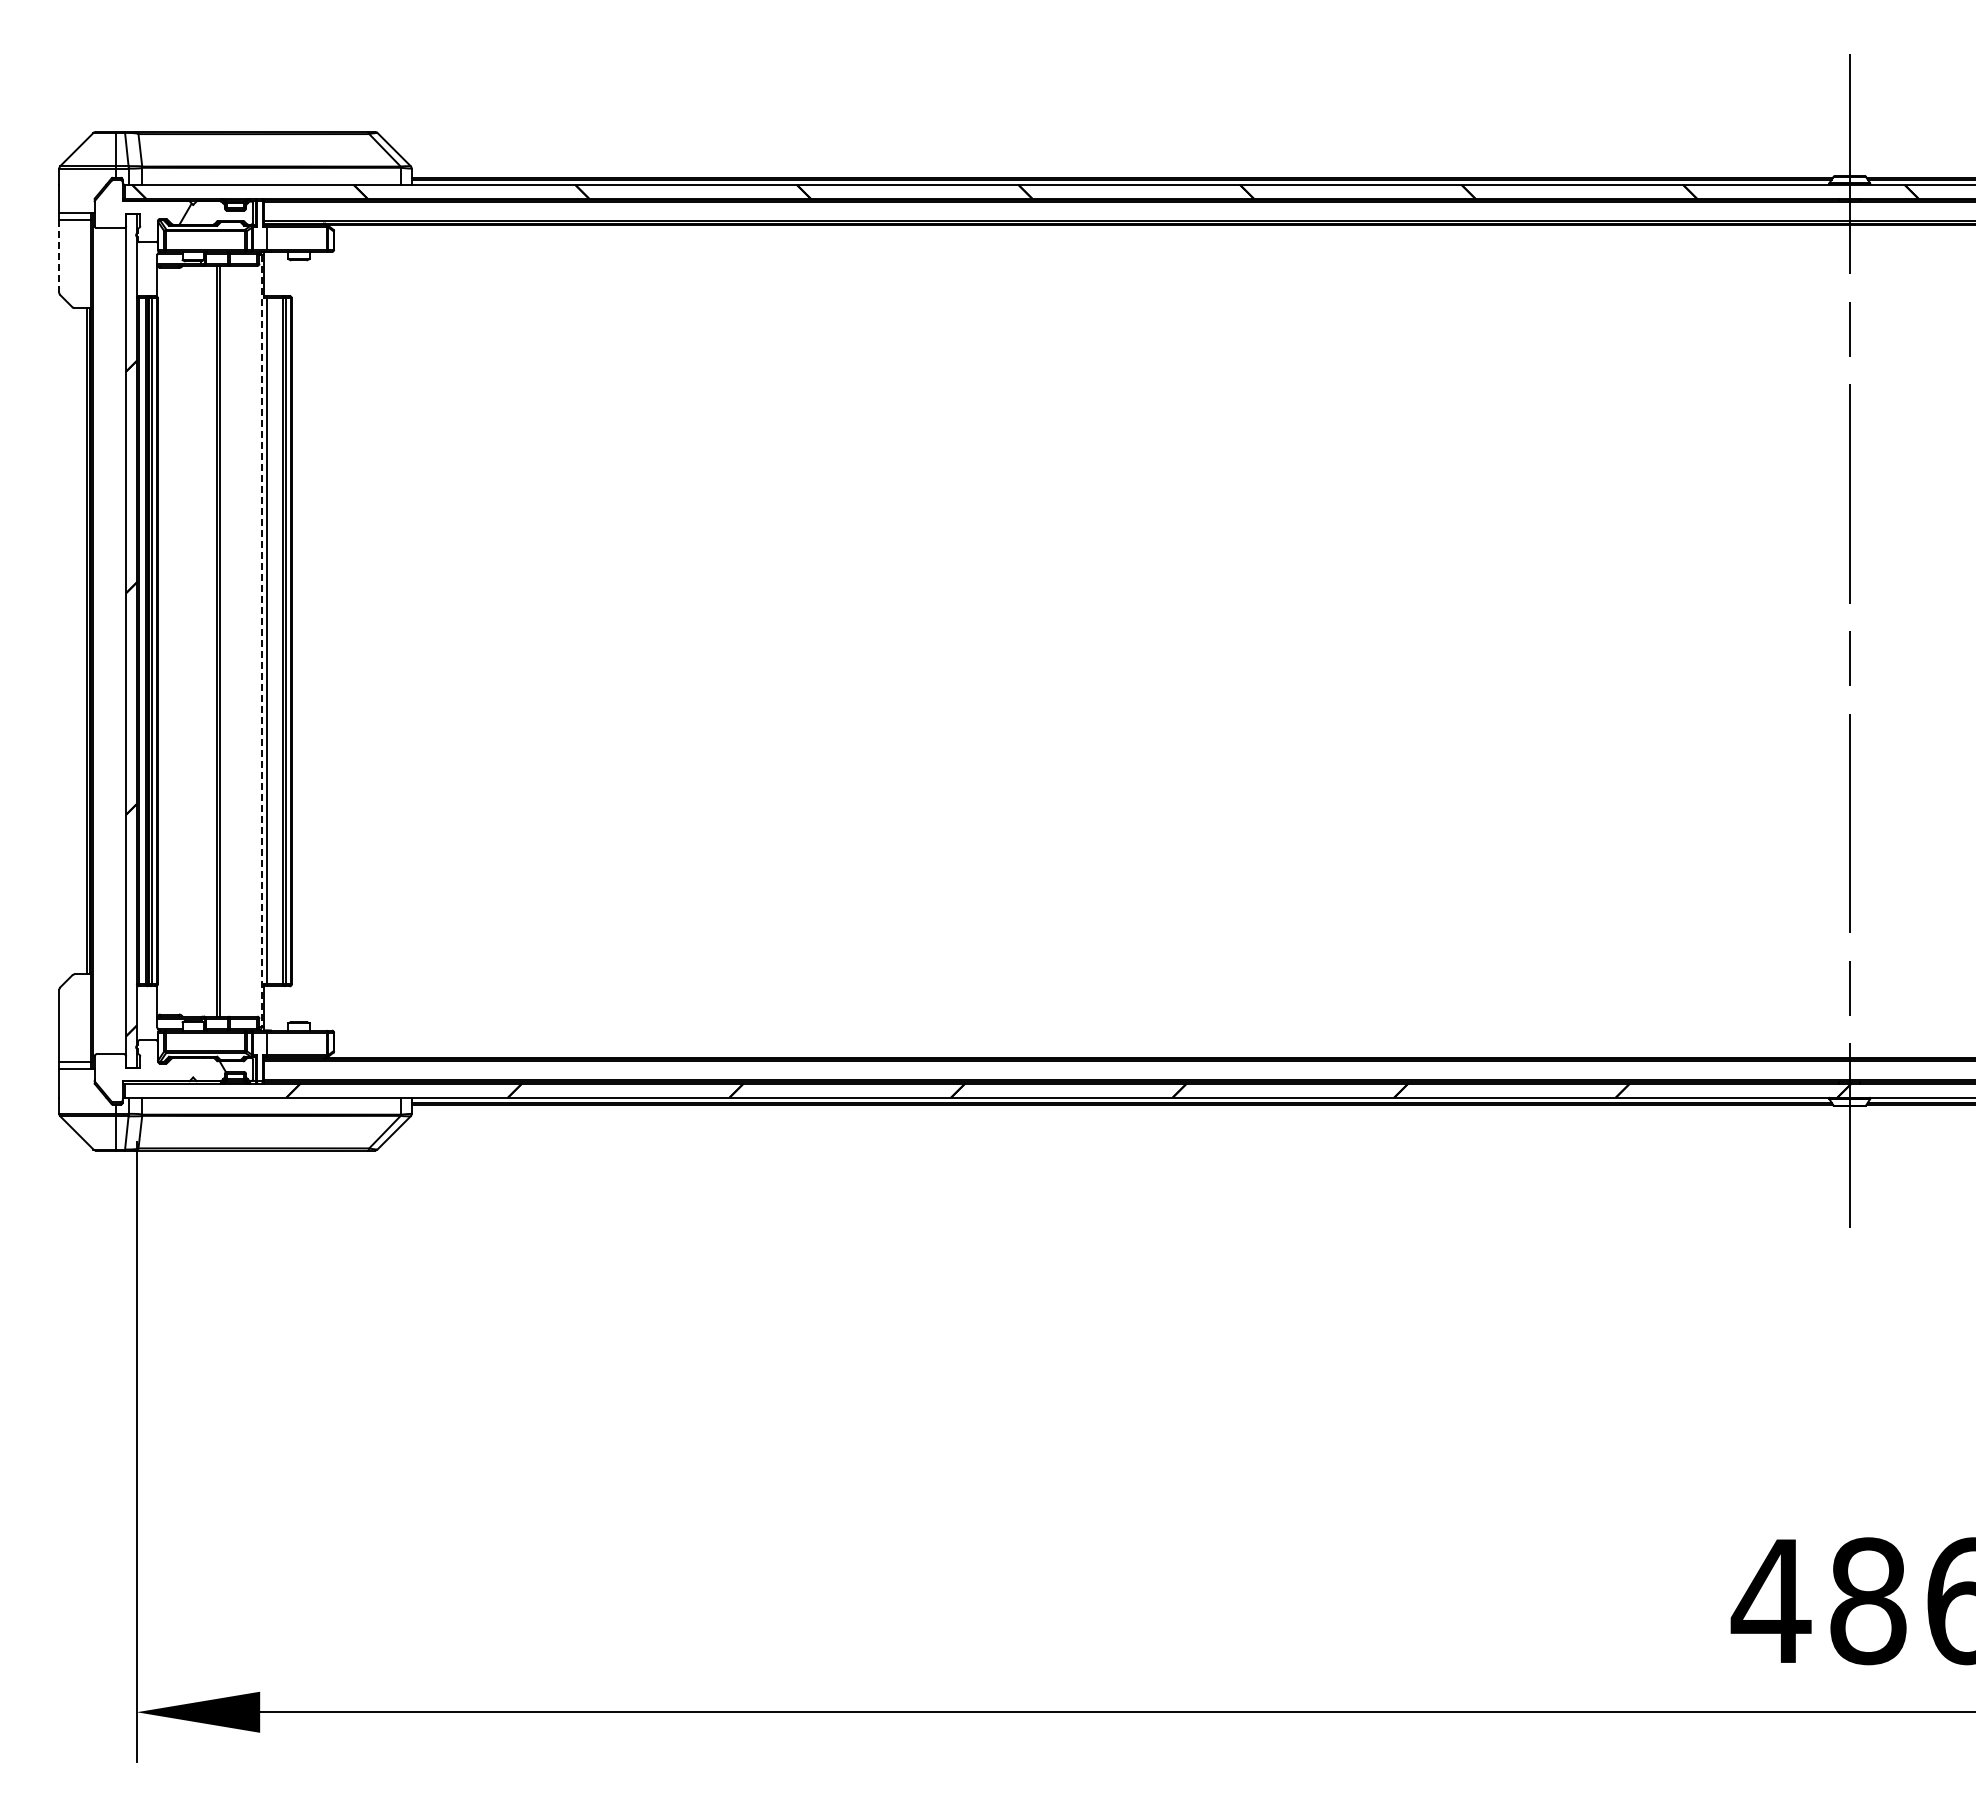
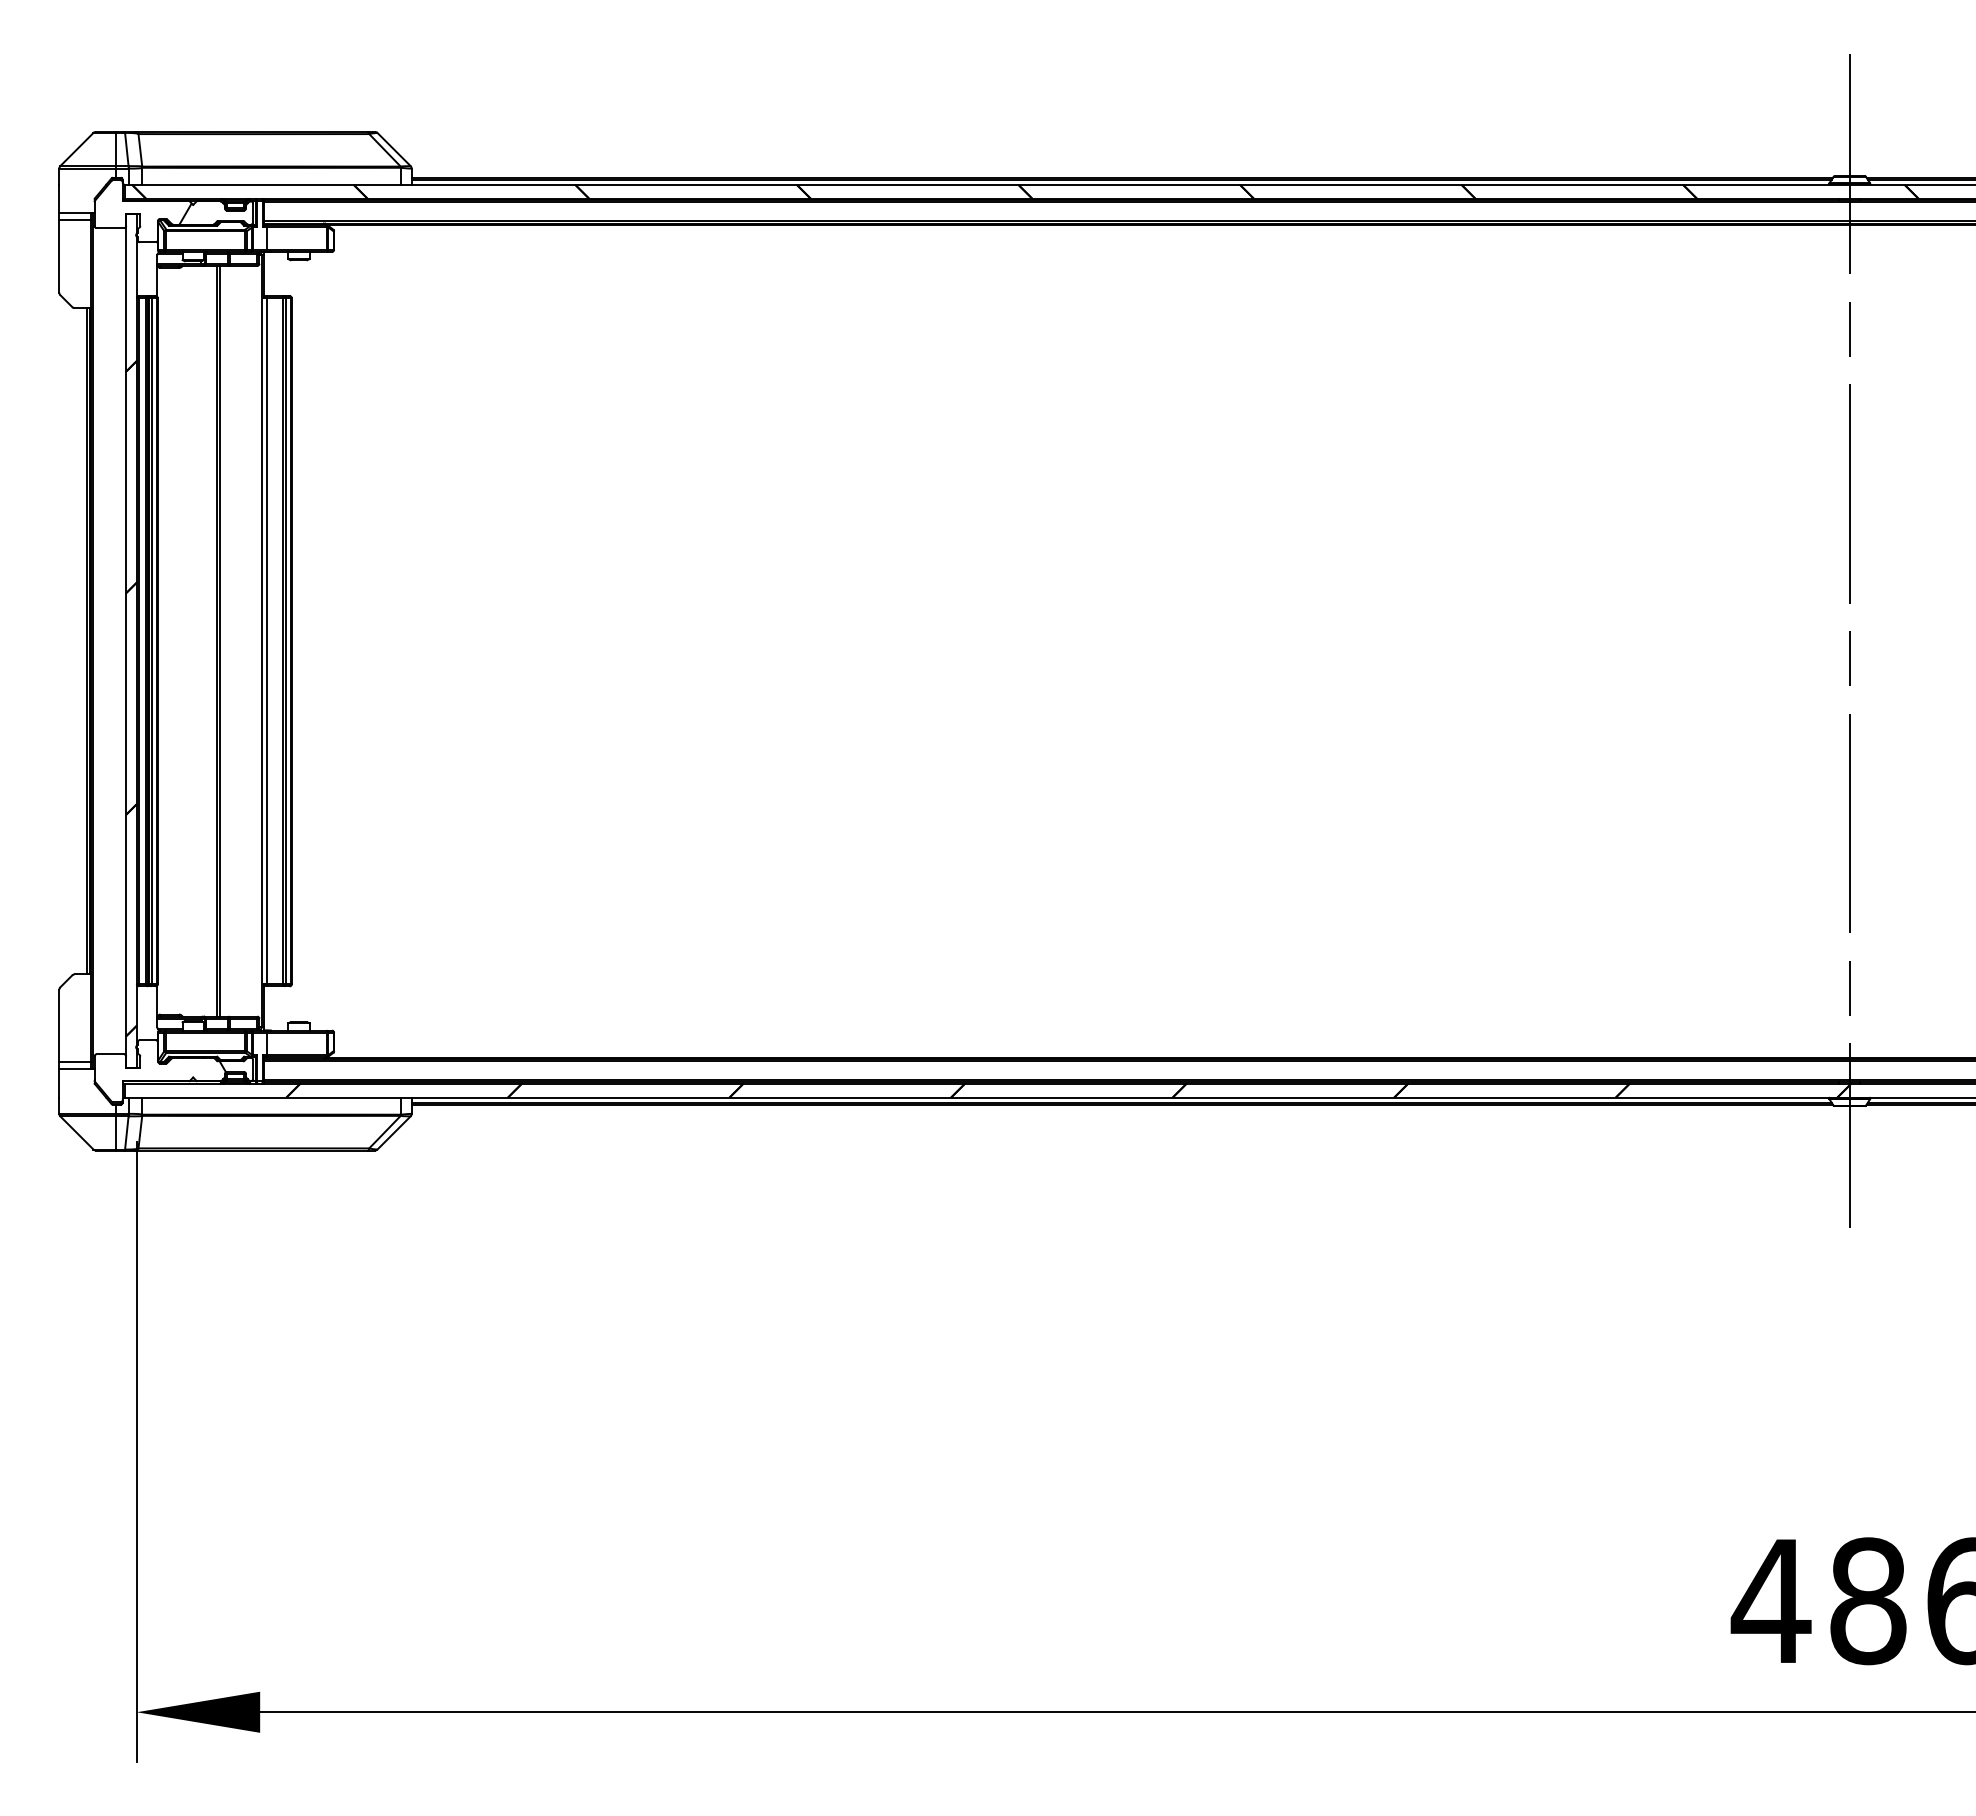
line at (59, 256): dashed -> solid
line at (261, 641): dashed -> solid
